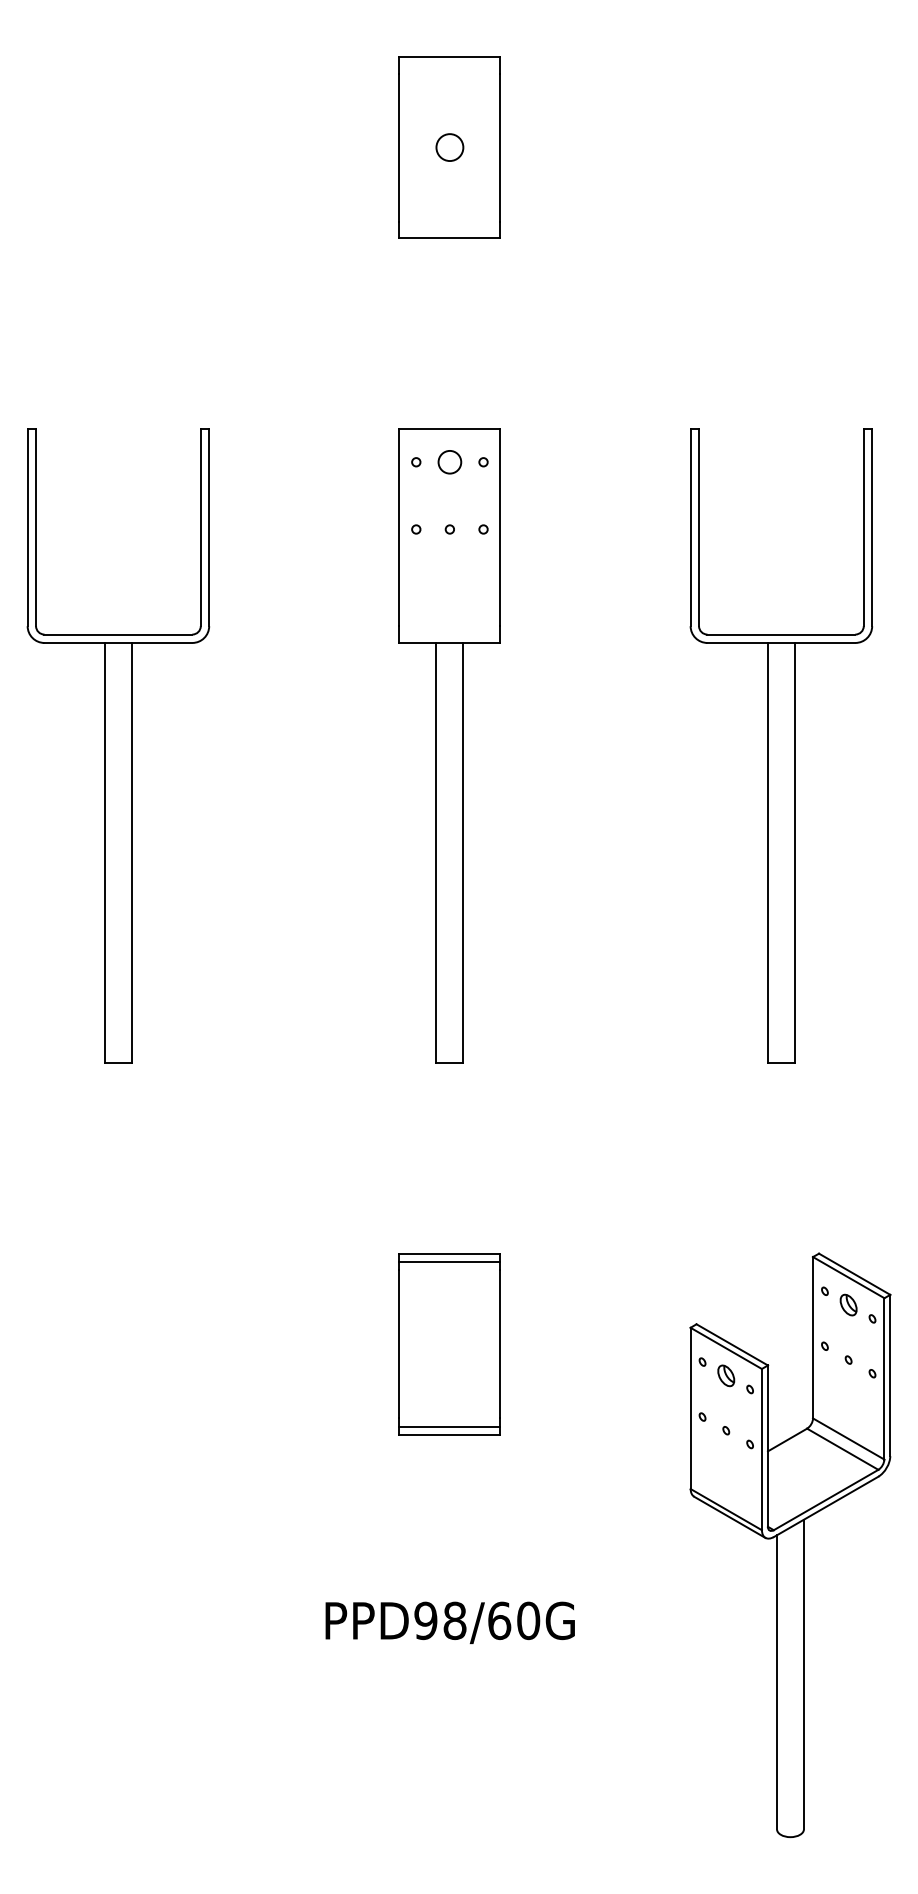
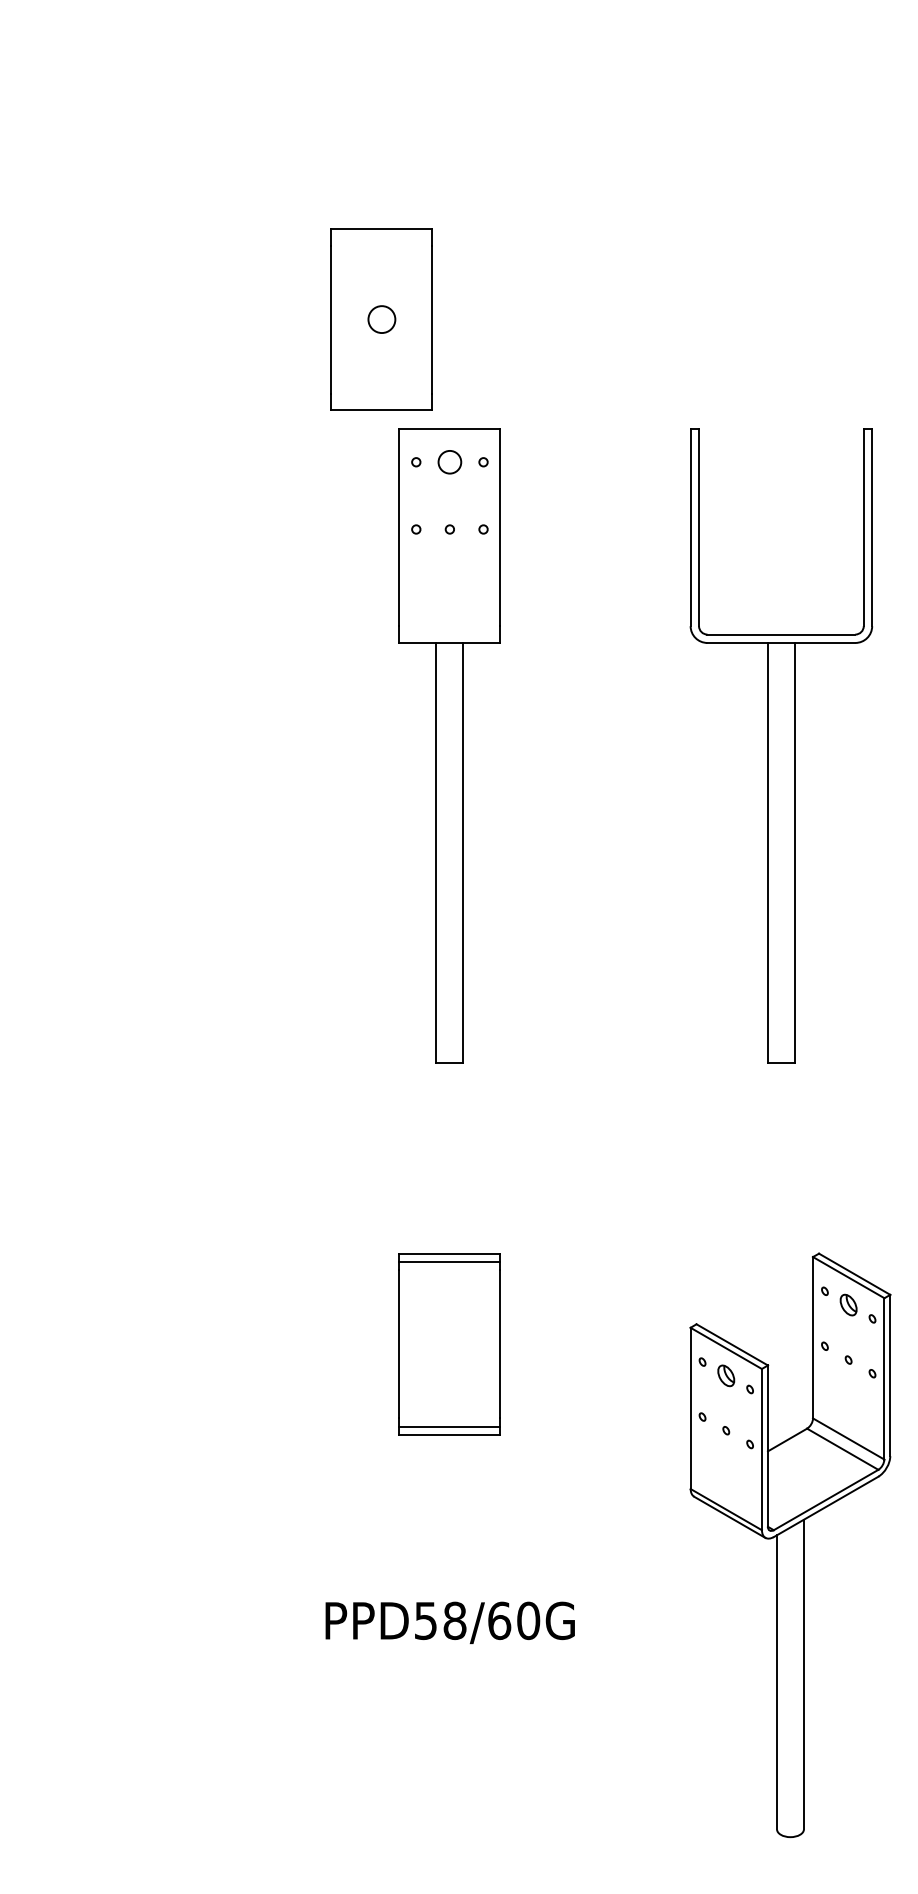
part at (449, 147) position: (449, 147) -> (381, 319)
part at (118, 745): present -> none
text at (425, 1620): PPD98/60G -> PPD58/60G
